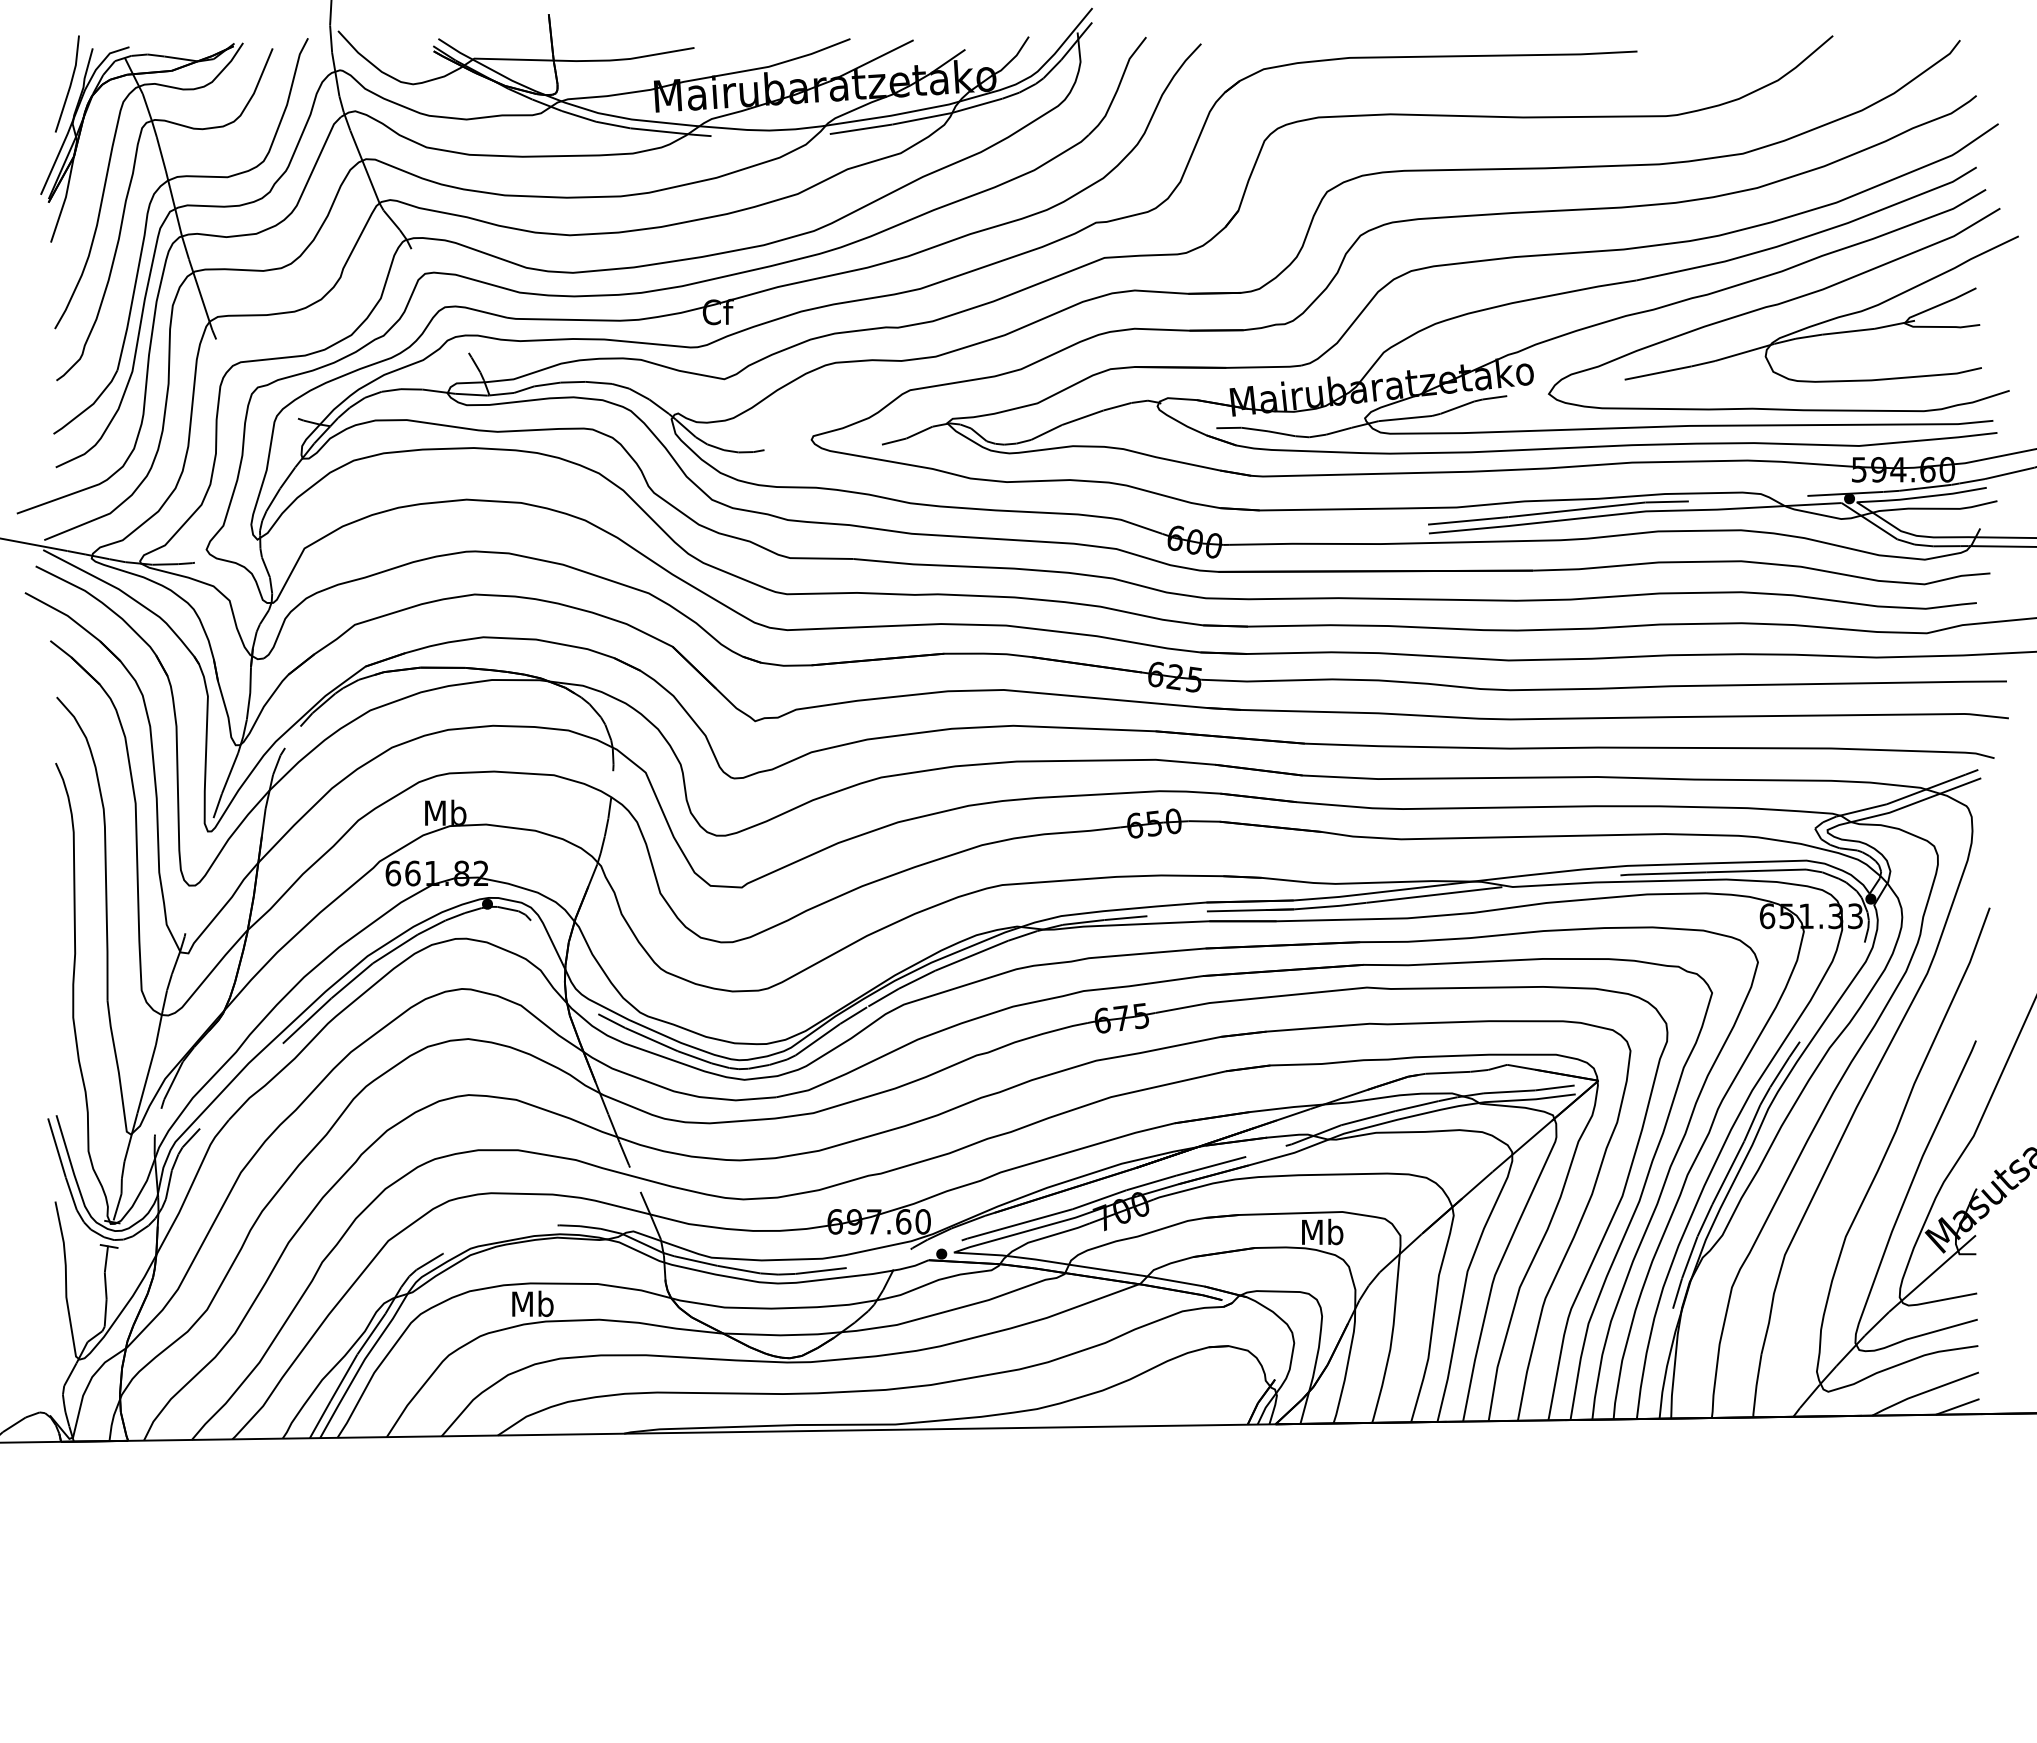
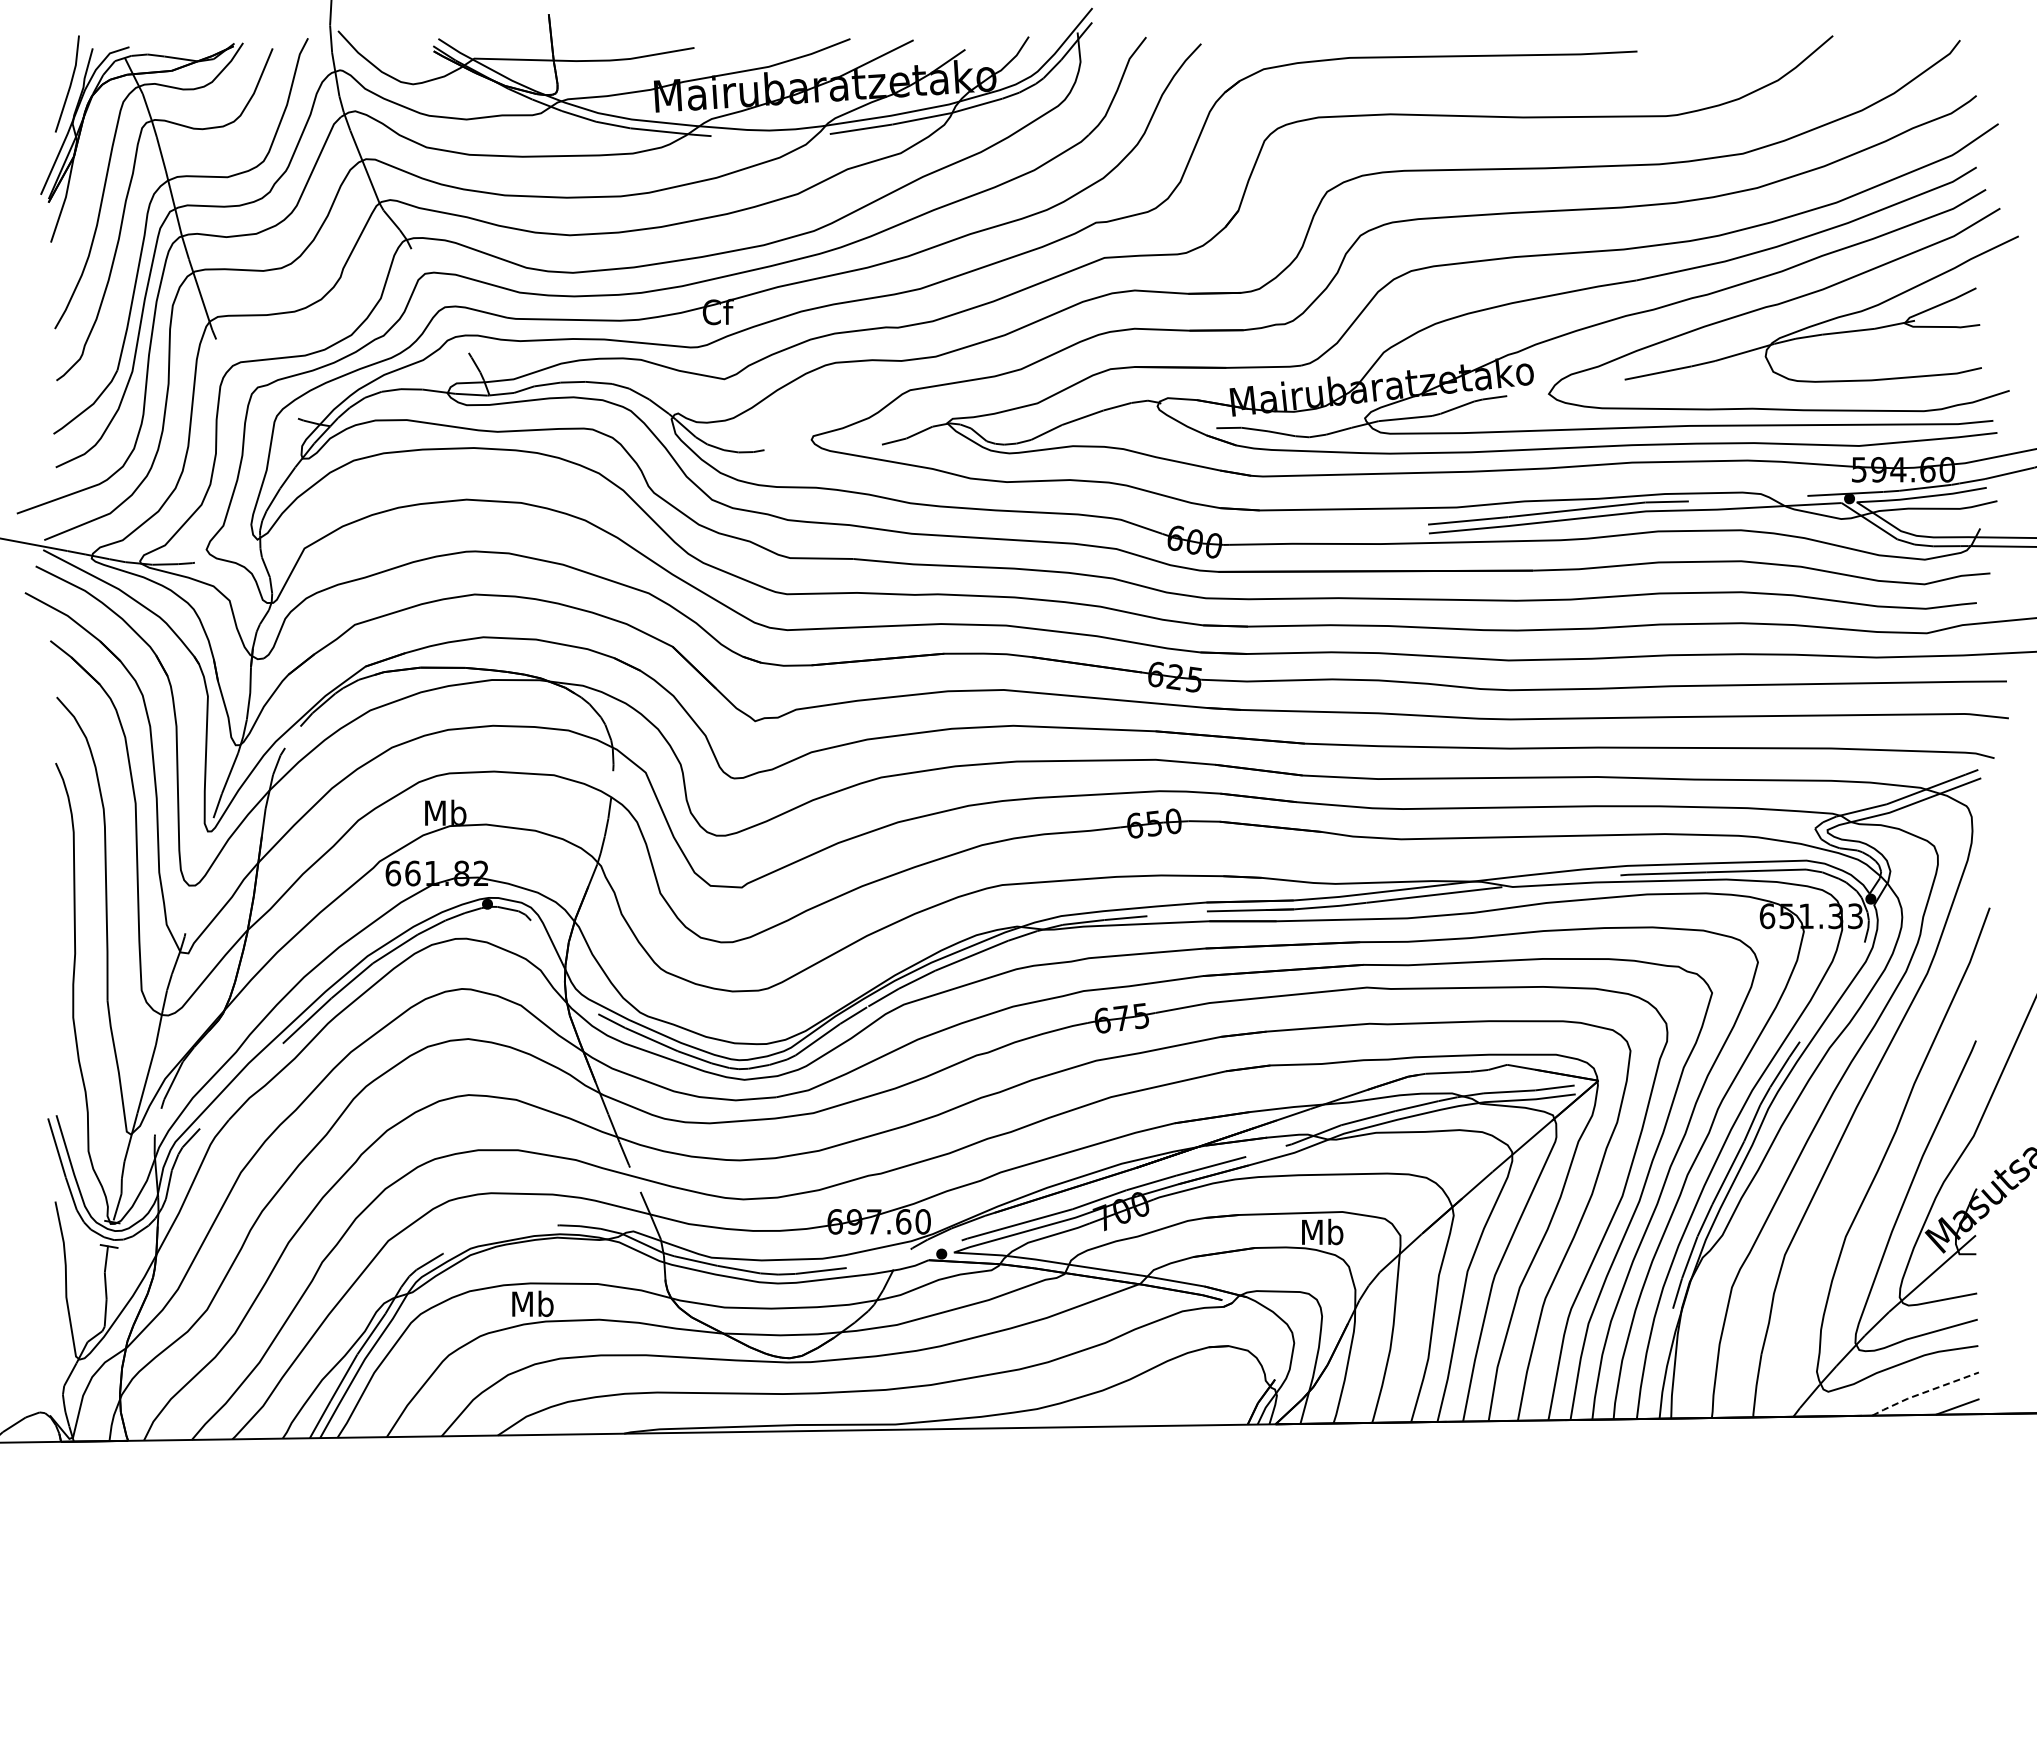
line at (1923, 1392): solid -> dashed
